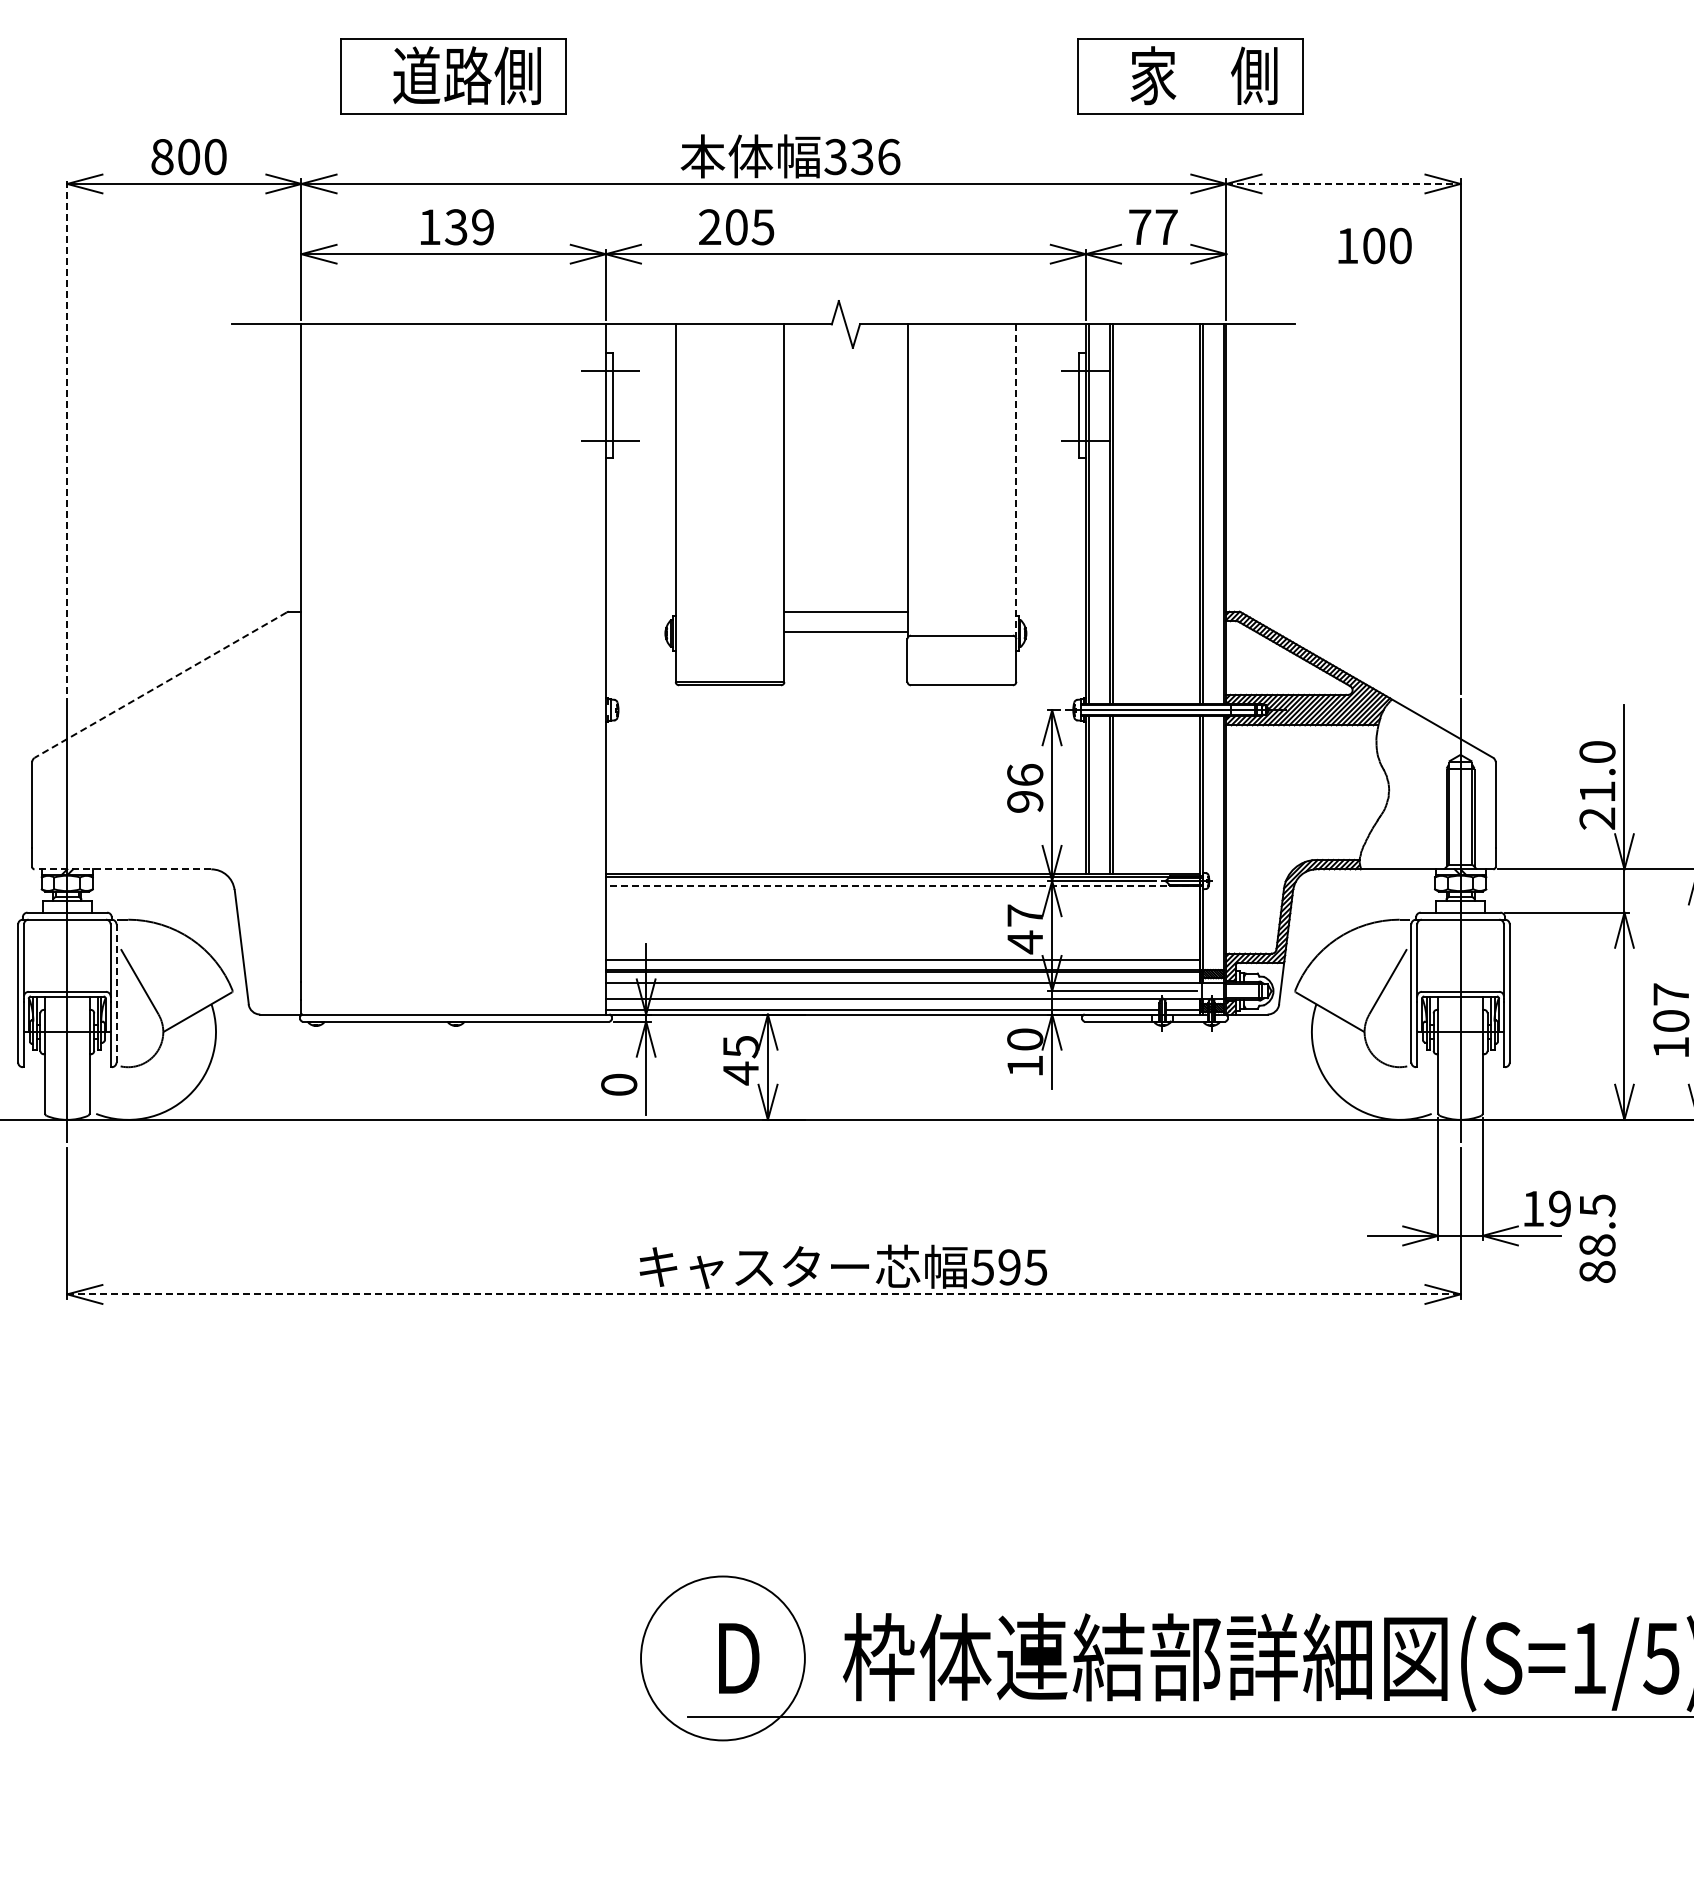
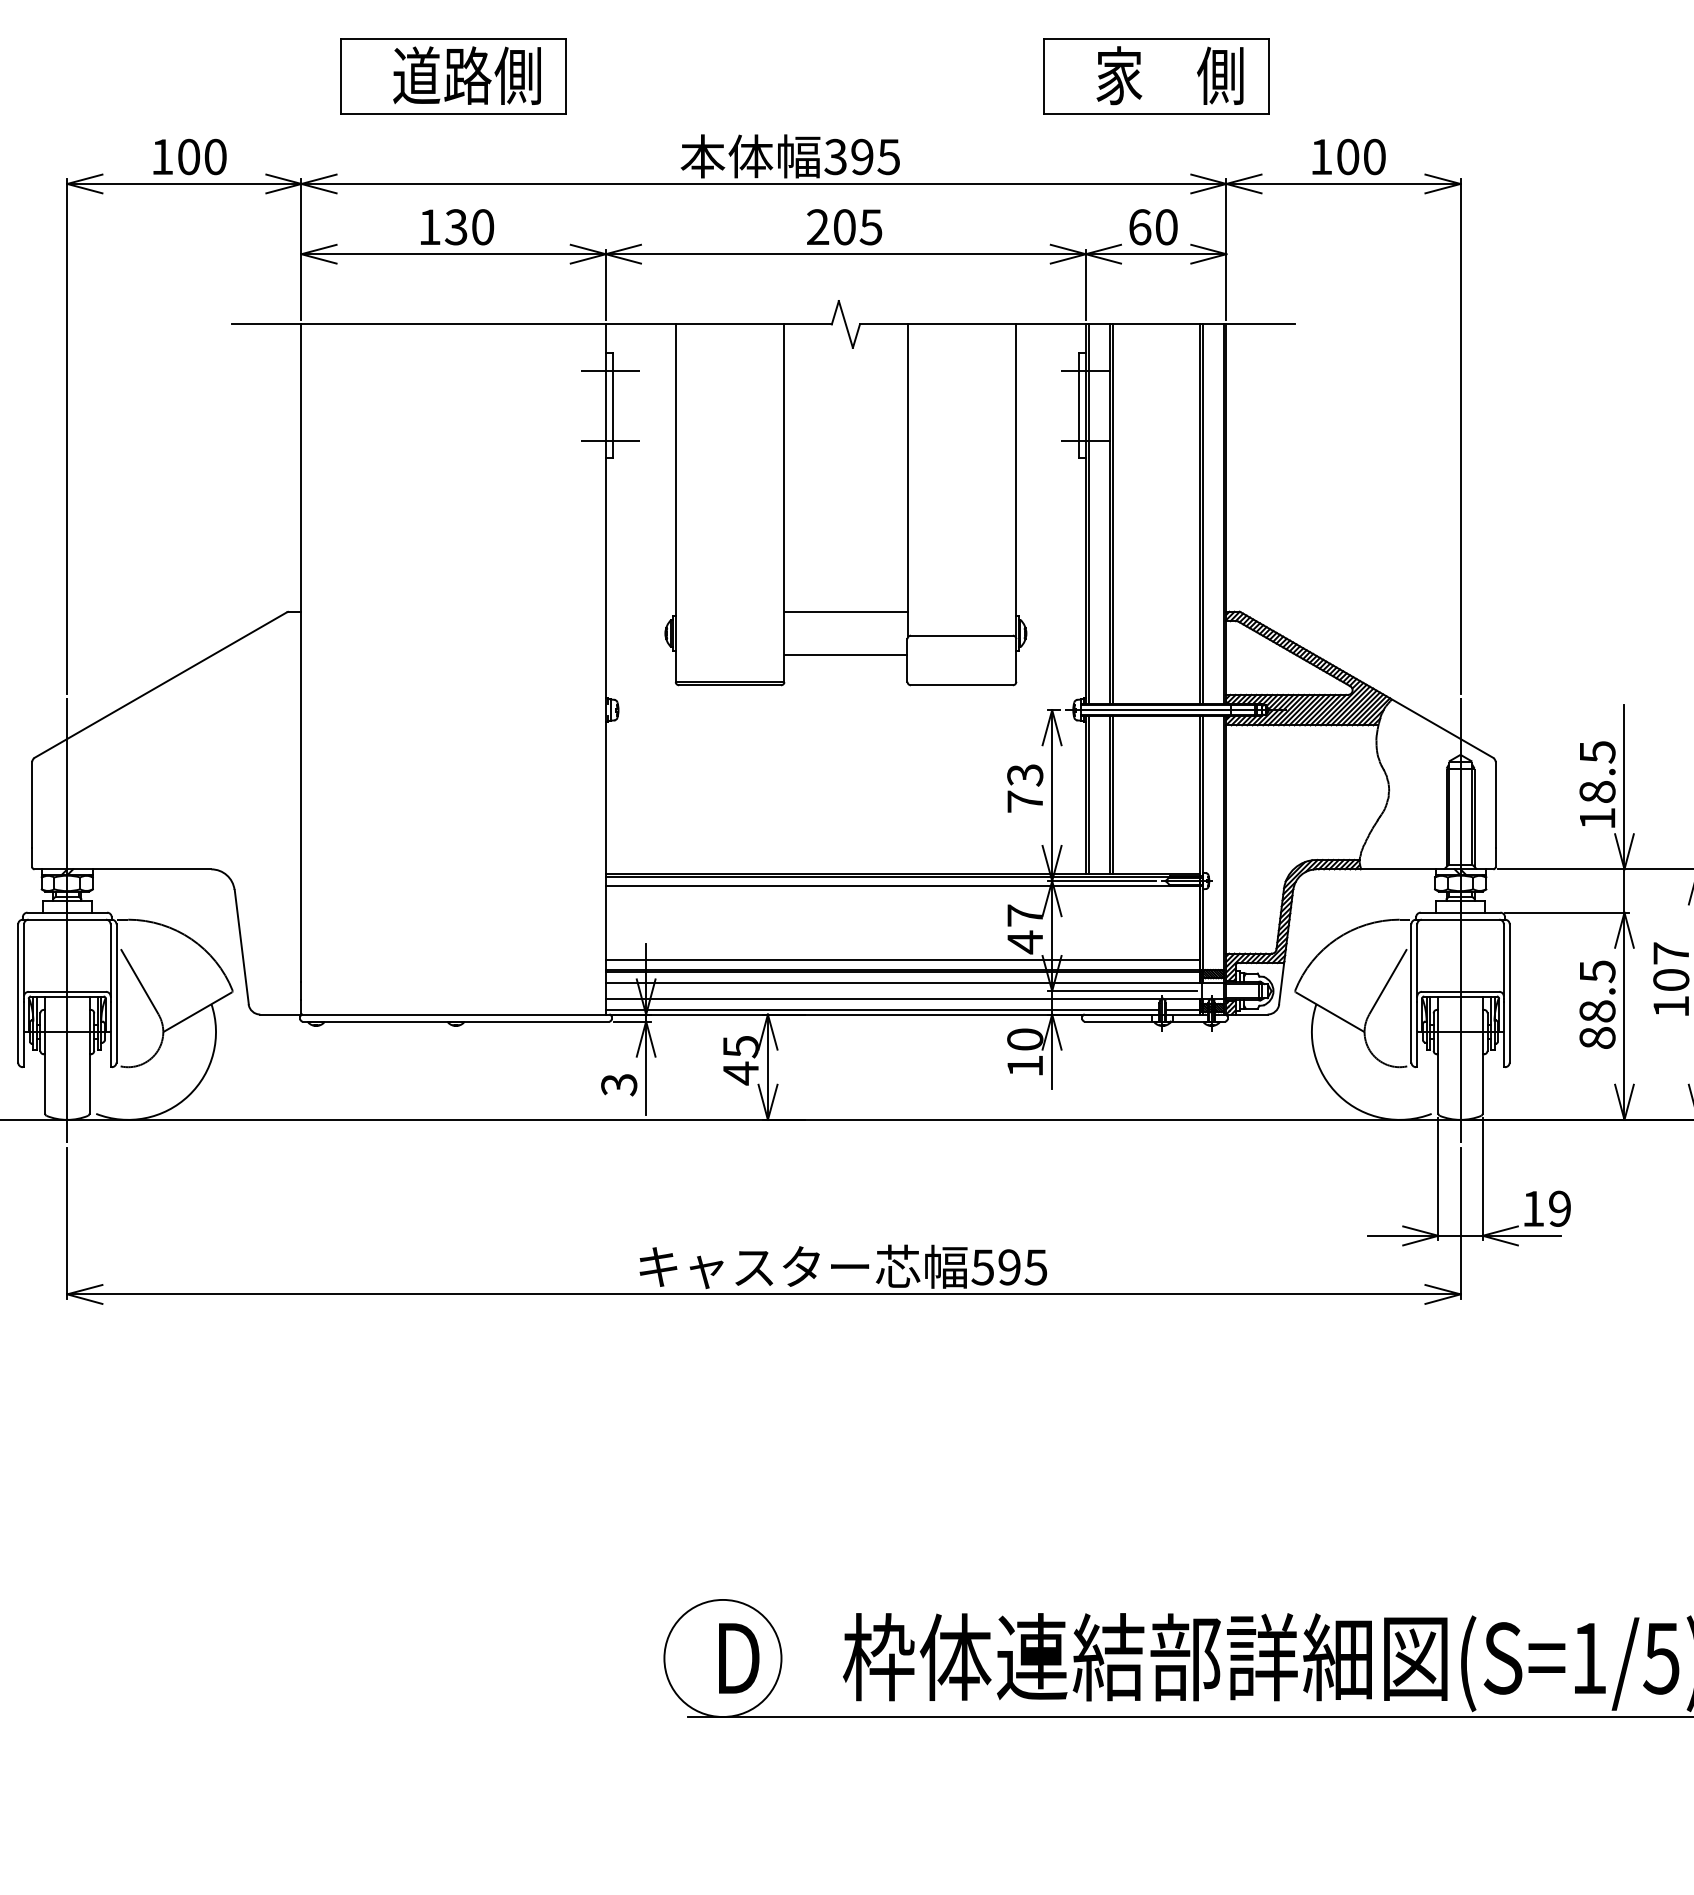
part at (1190, 76) position: (1190, 76) -> (1156, 76)
text at (875, 156): 336 -> 395
text at (162, 157): 800 -> 100
line at (1343, 183): dashed -> solid
text at (483, 227): 139 -> 130
text at (736, 227) position: (736, 227) -> (844, 227)
text at (1153, 227): 77 -> 60
text at (1374, 245) position: (1374, 245) -> (1348, 156)
line at (67, 436): dashed -> solid
line at (1015, 481): dashed -> solid
line at (846, 631) position: (846, 631) -> (846, 654)
line at (160, 685): dashed -> solid
text at (1597, 785): 21.0 -> 18.5
text at (1025, 788): 96 -> 73
line at (122, 869): dashed -> solid
line at (902, 886): dashed -> solid
line at (116, 993): dashed -> solid
text at (1671, 1019) position: (1671, 1019) -> (1671, 978)
text at (619, 1084): 0 -> 3
text at (1597, 1238) position: (1597, 1238) -> (1597, 1004)
line at (763, 1294): dashed -> solid
circle at (722, 1658) diameter: 164 px -> 117 px
